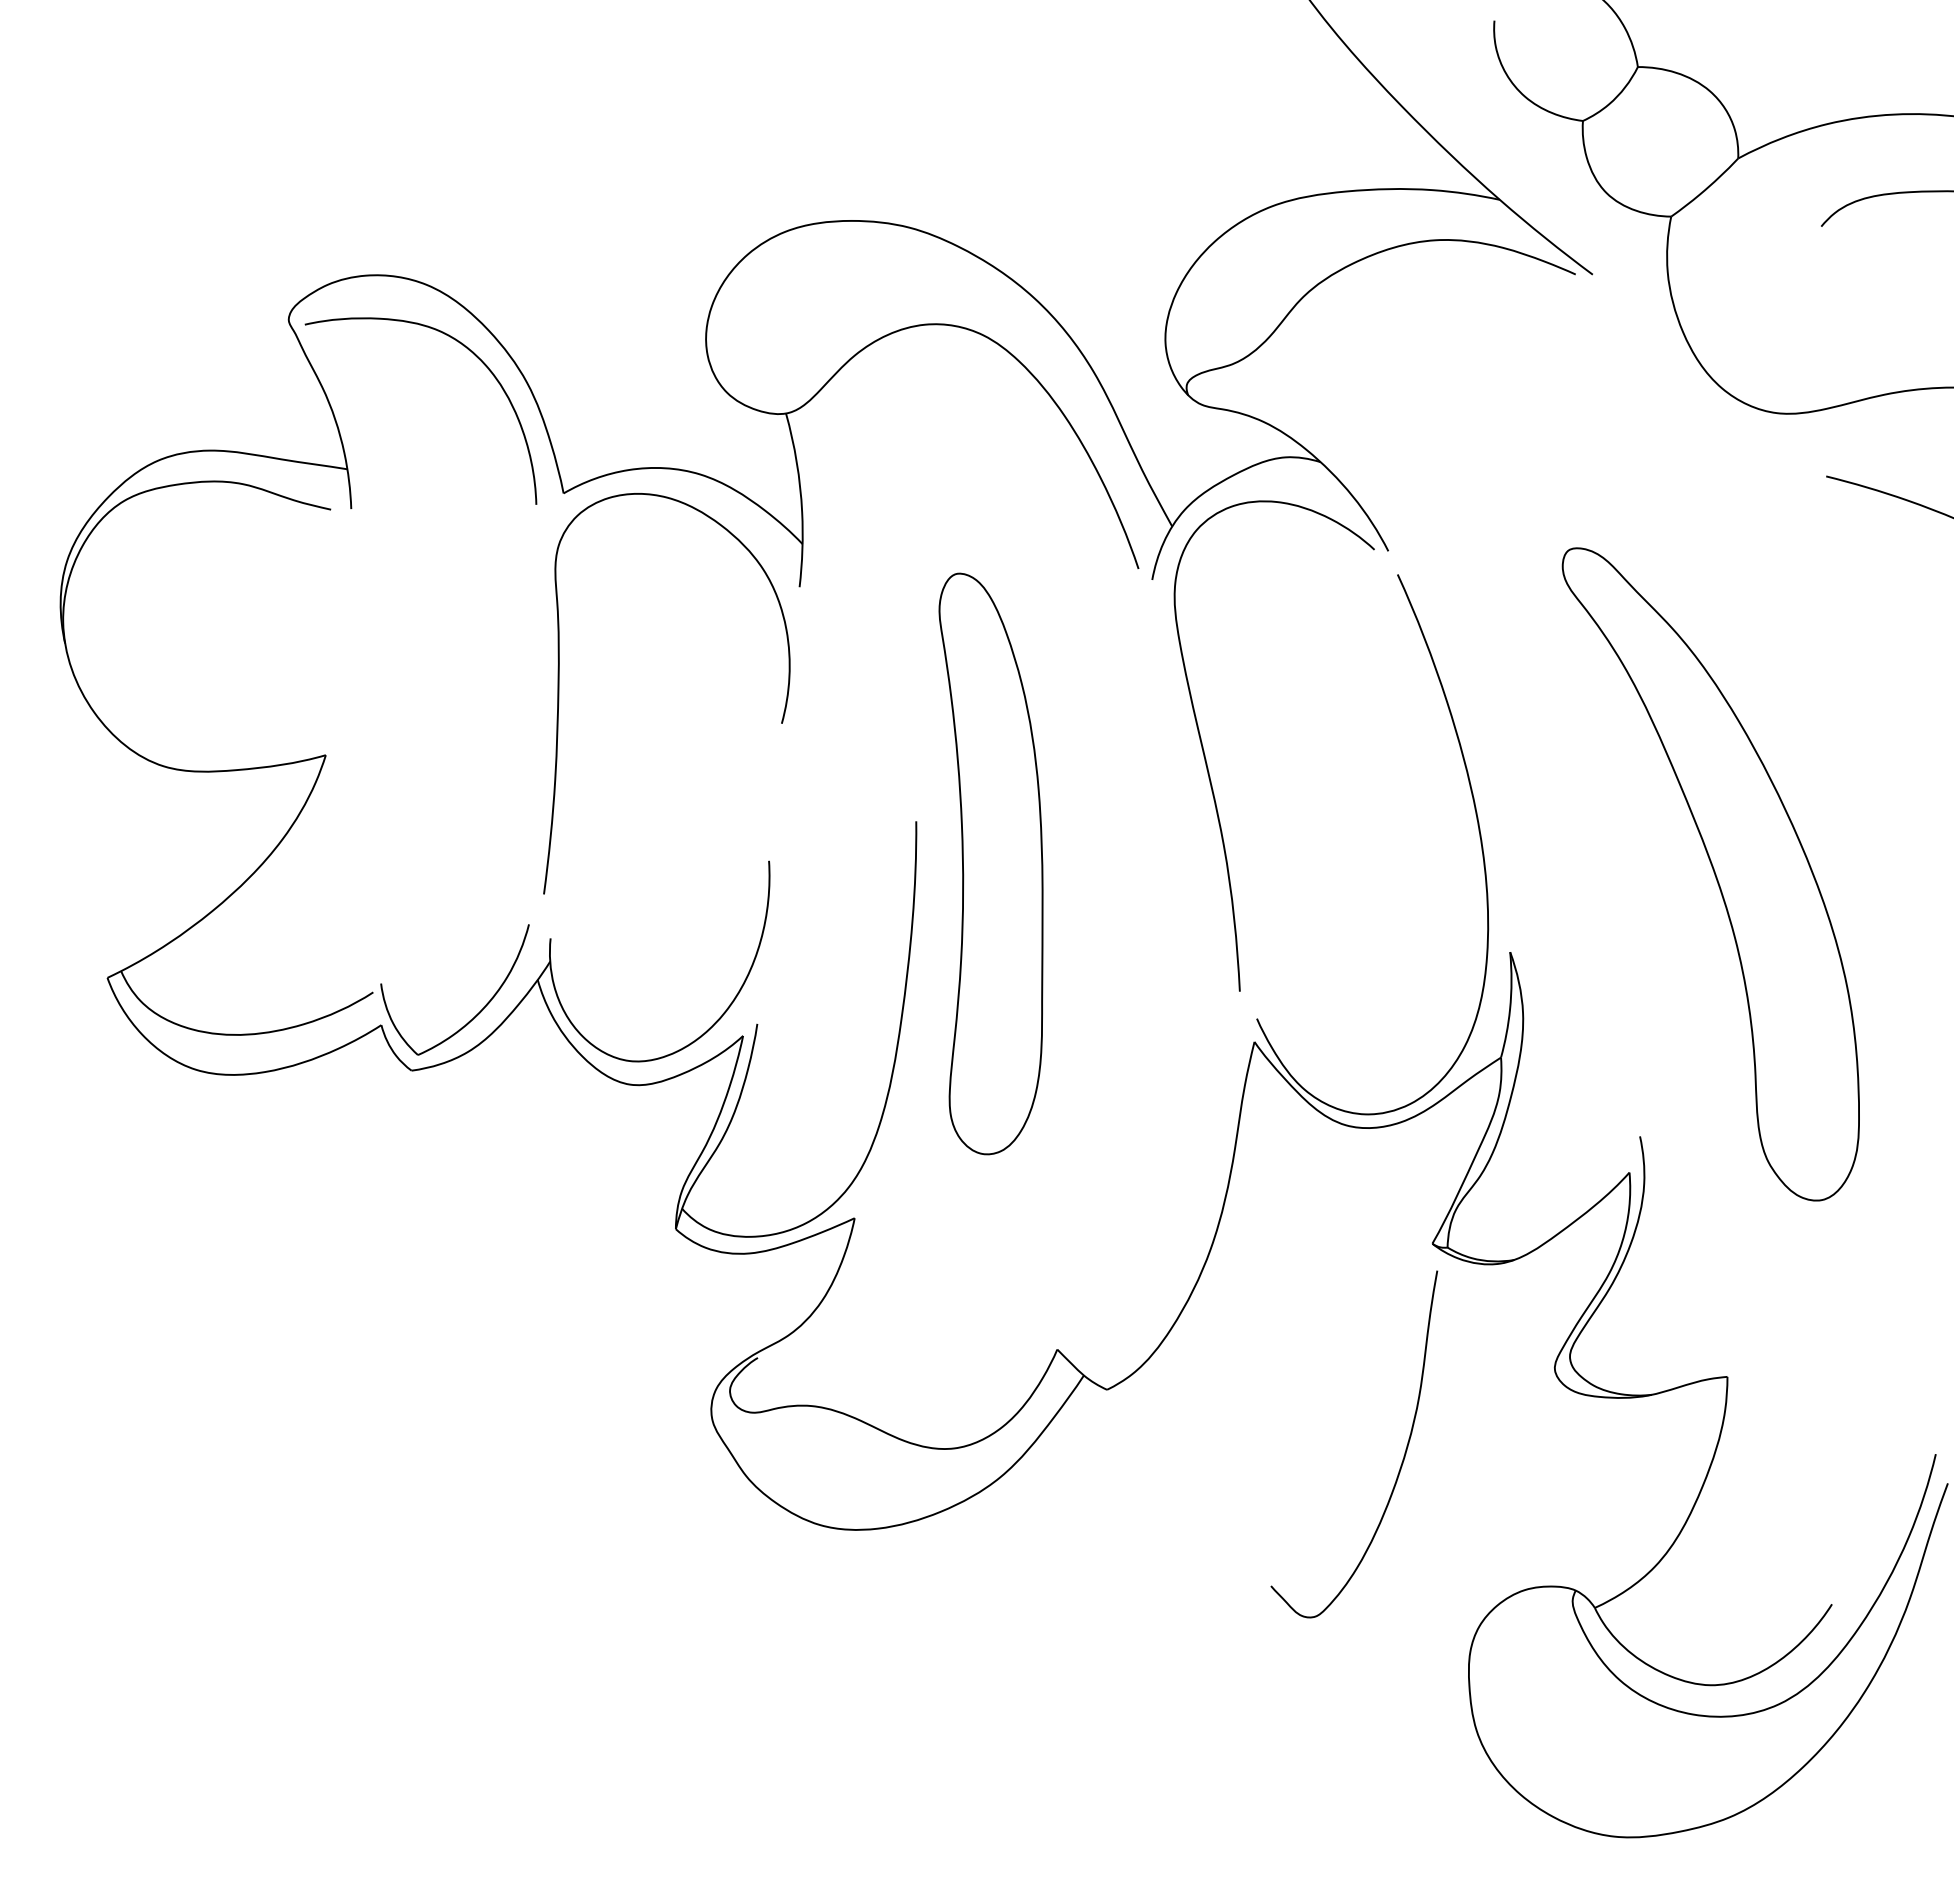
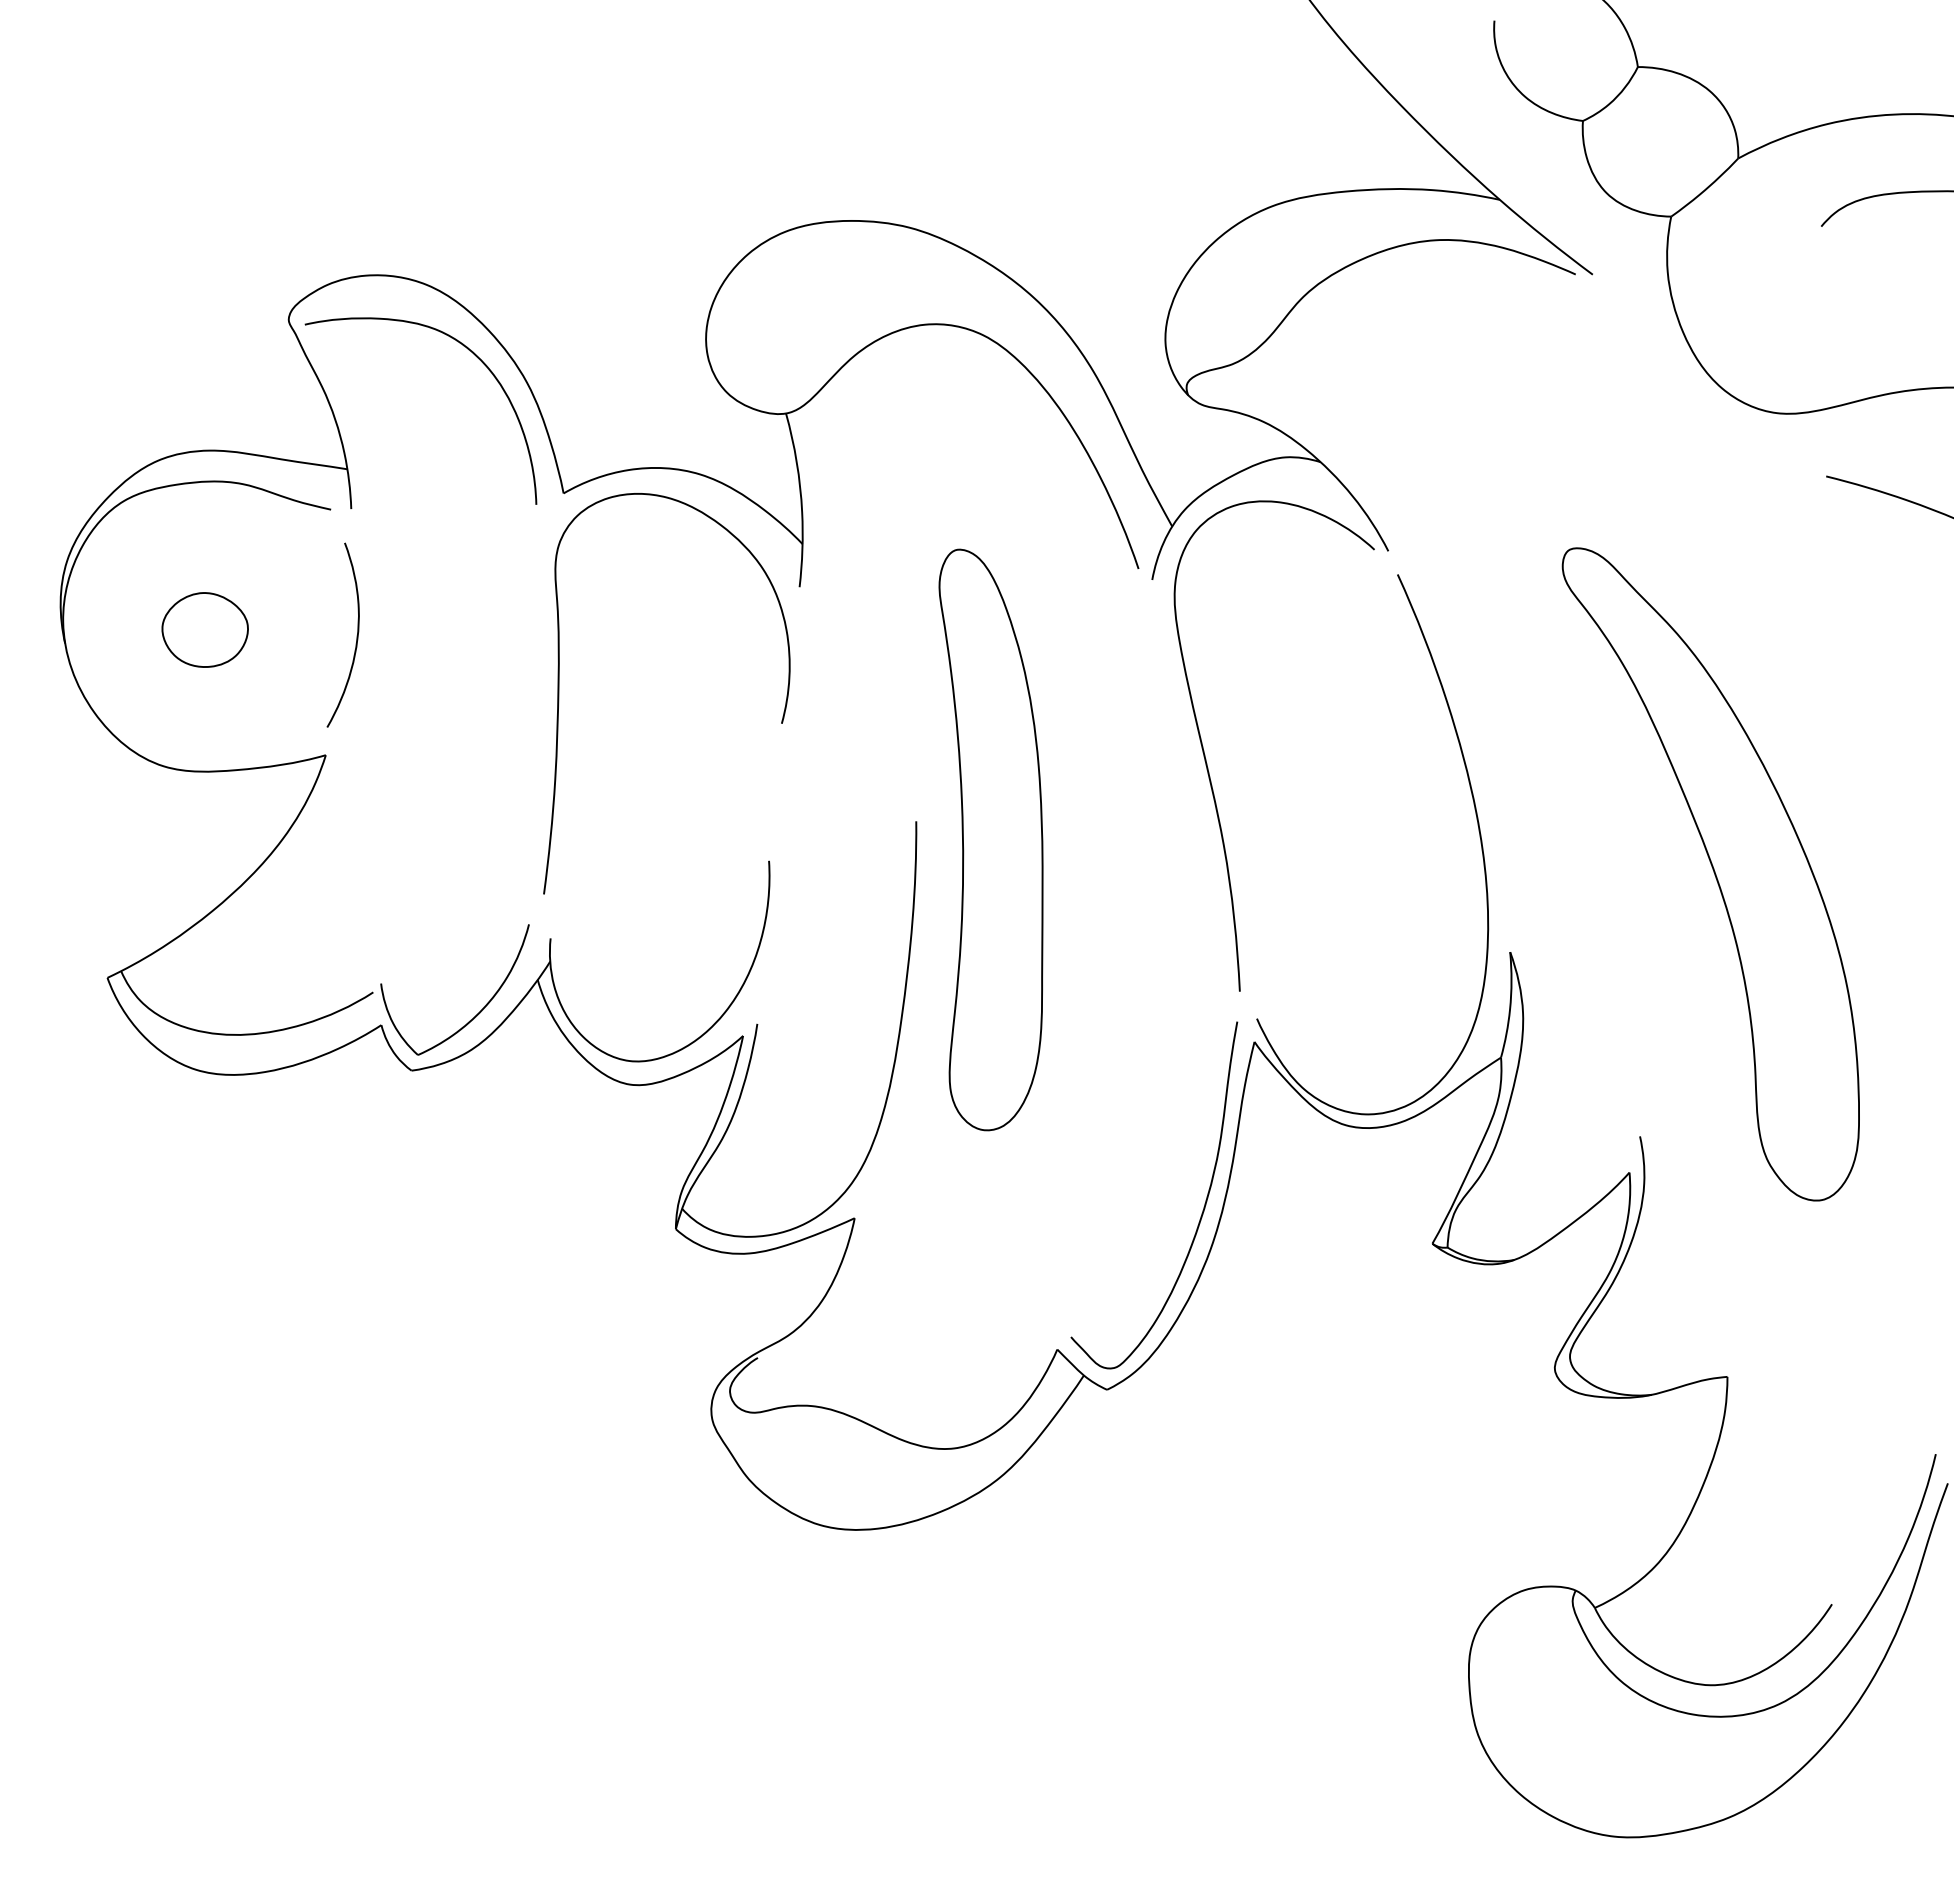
part at (204, 629): none -> present
curve at (356, 635): none -> present
part at (990, 863) position: (990, 863) -> (990, 839)
curve at (1402, 1459) position: (1402, 1459) -> (1202, 1210)
